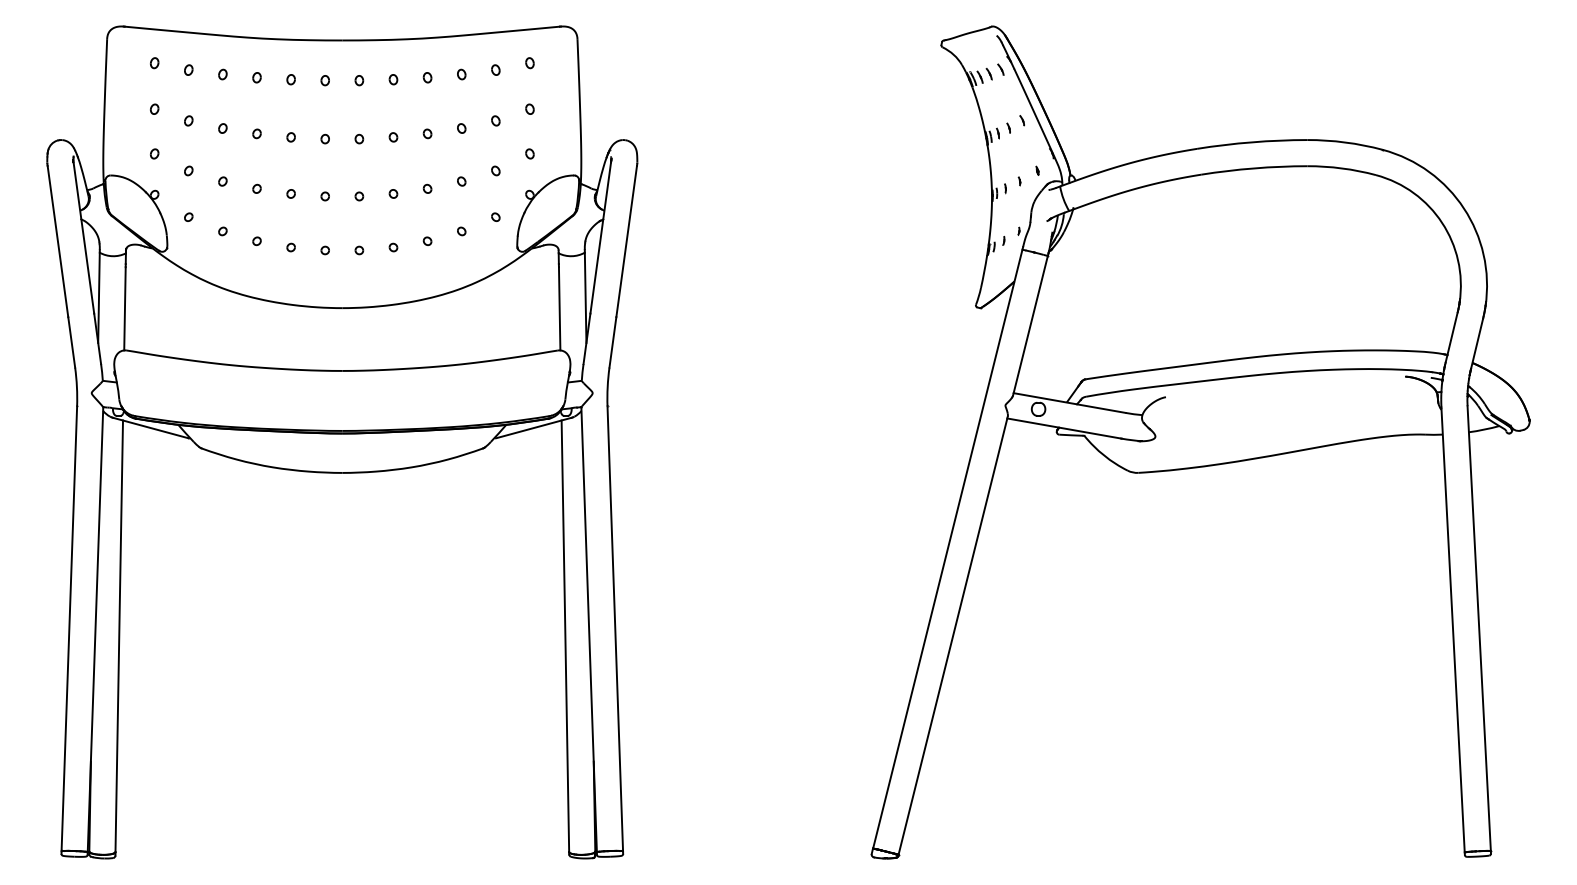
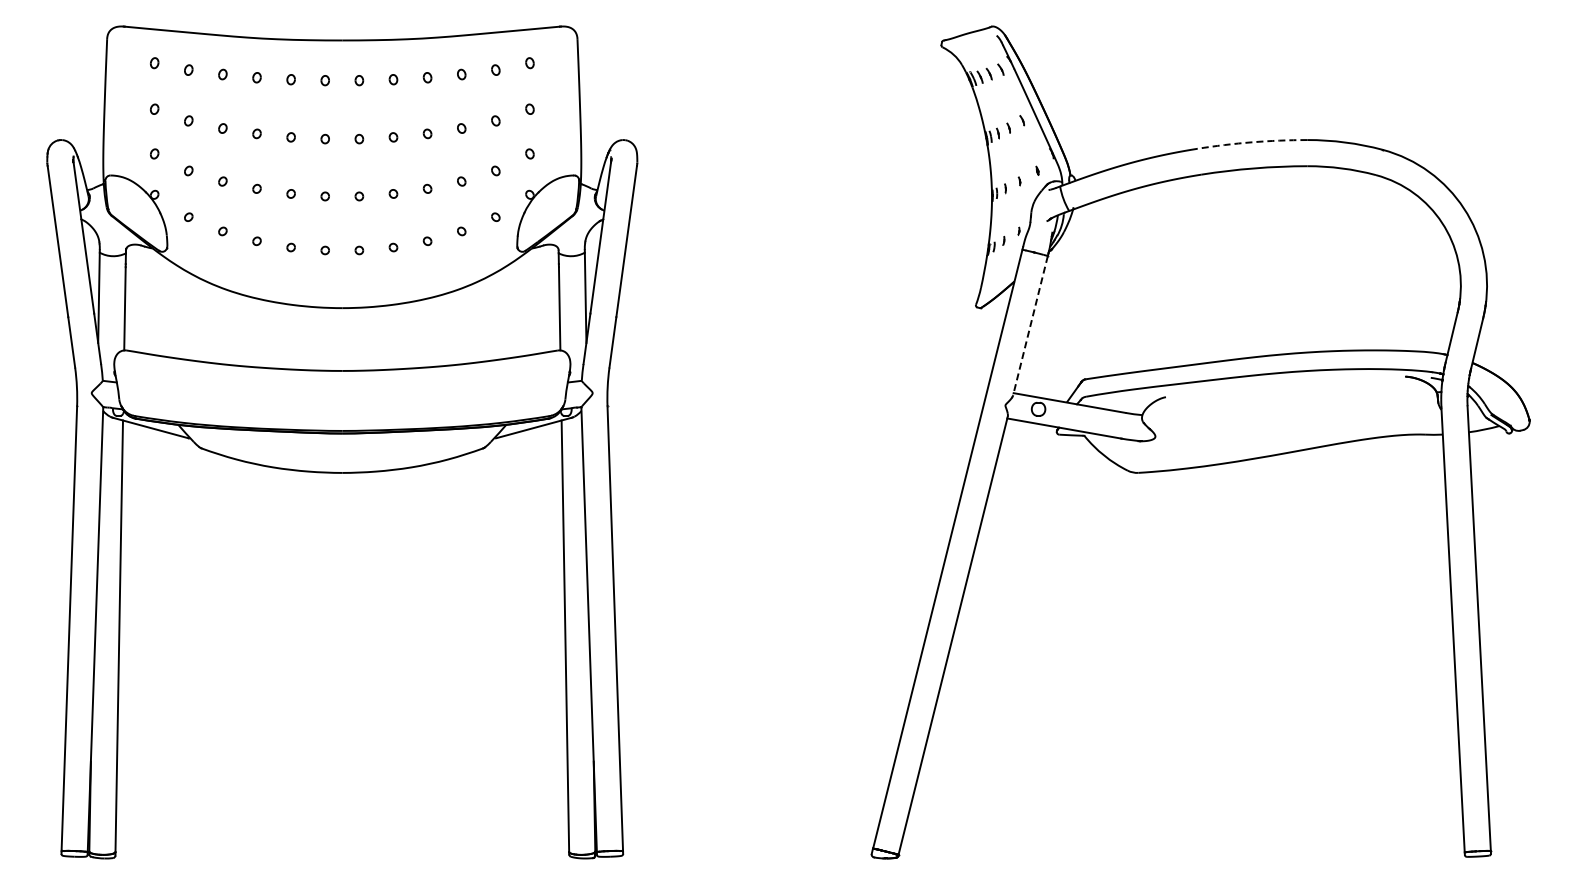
arc at (1252, 142): solid -> dashed
line at (1030, 325): solid -> dashed
